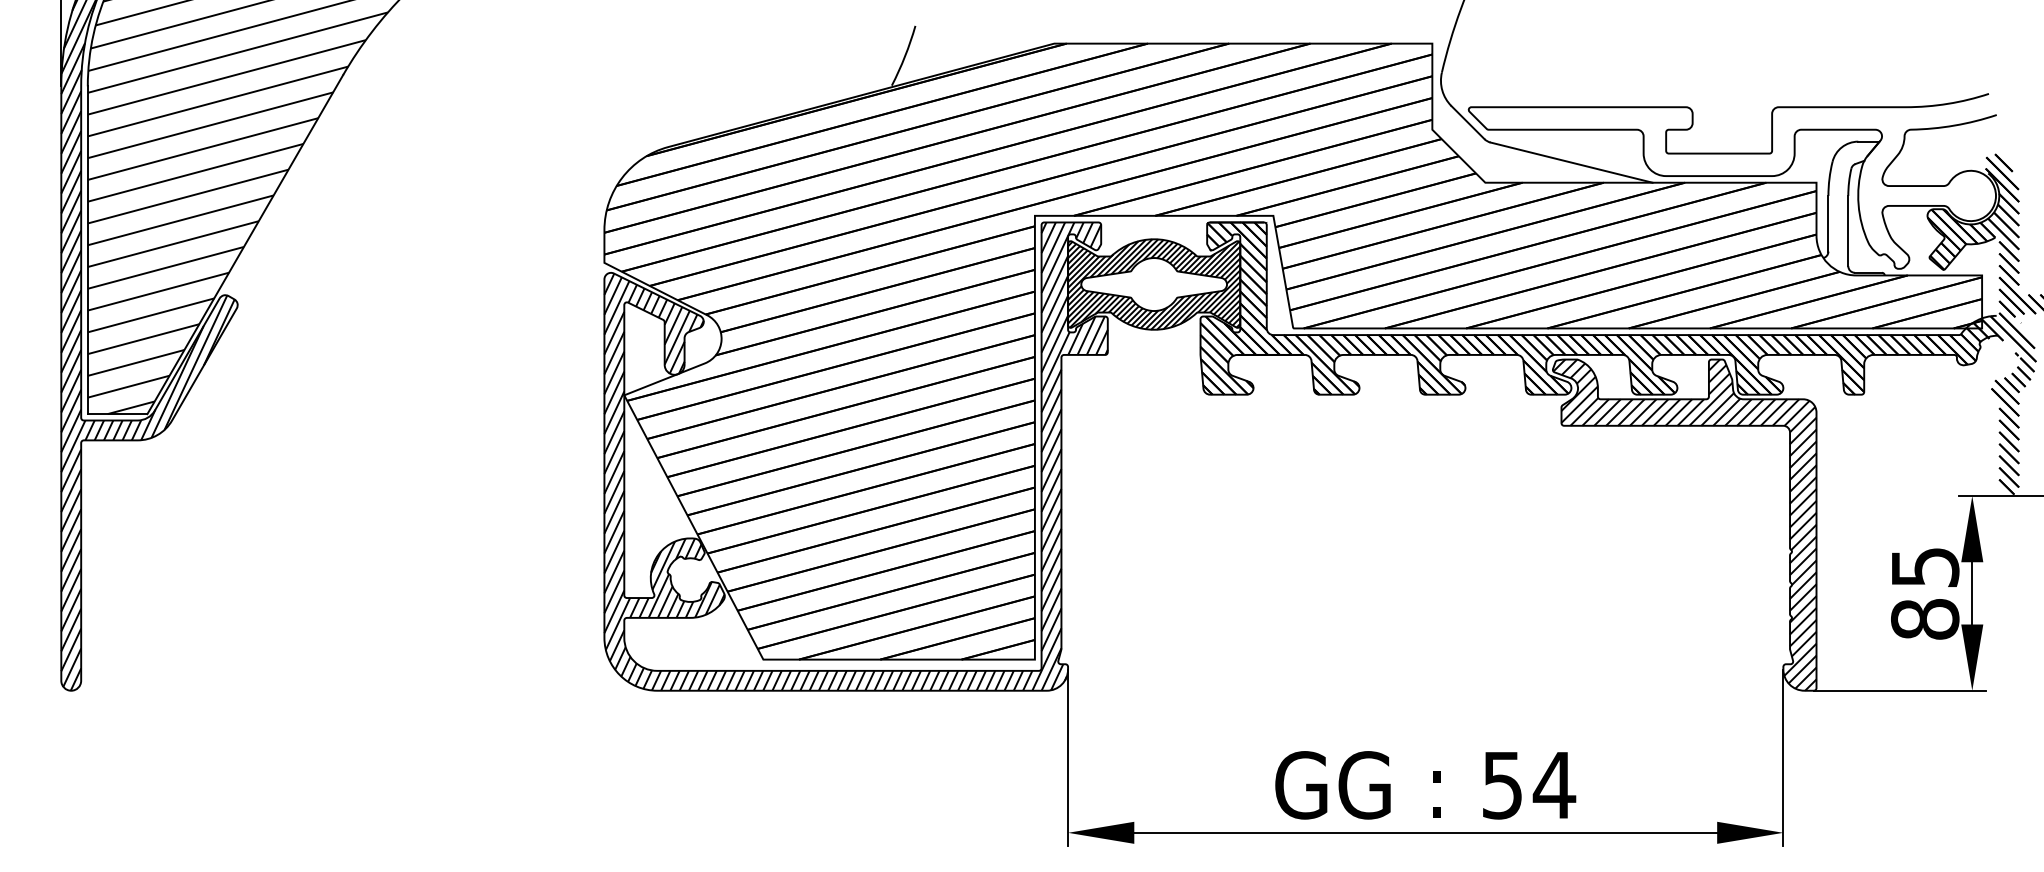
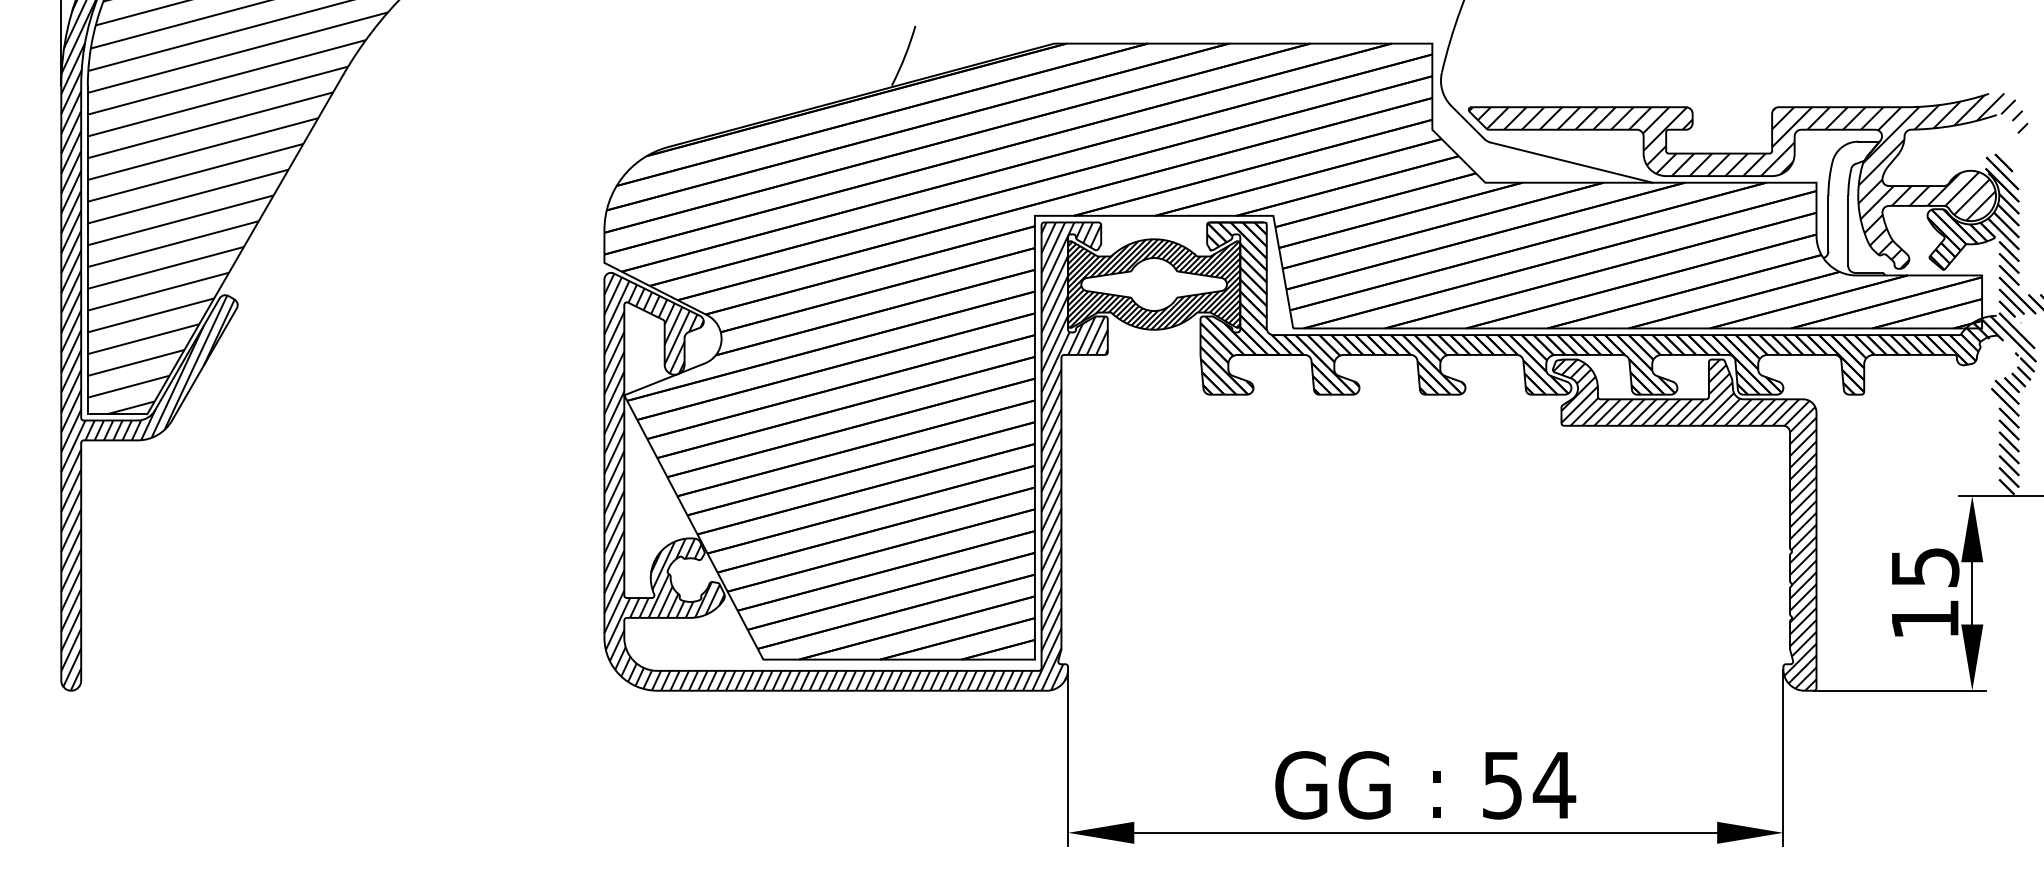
hatch at (1748, 180): none -> present
text at (1925, 619): 85 -> 15
